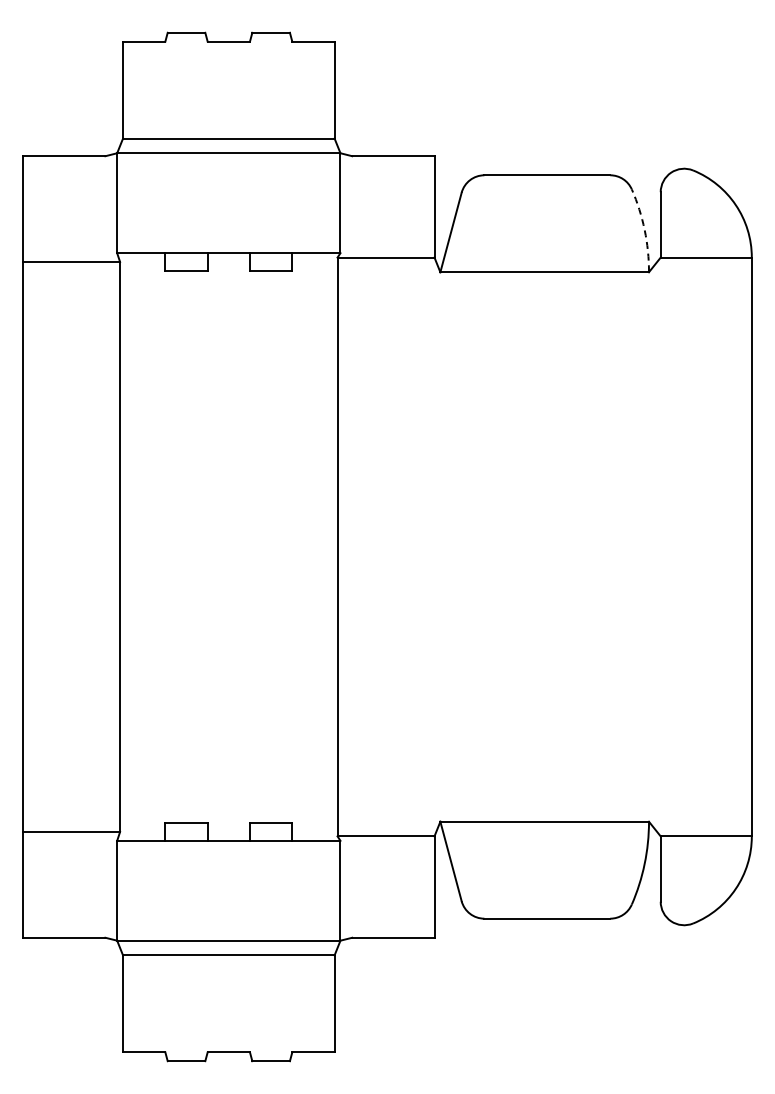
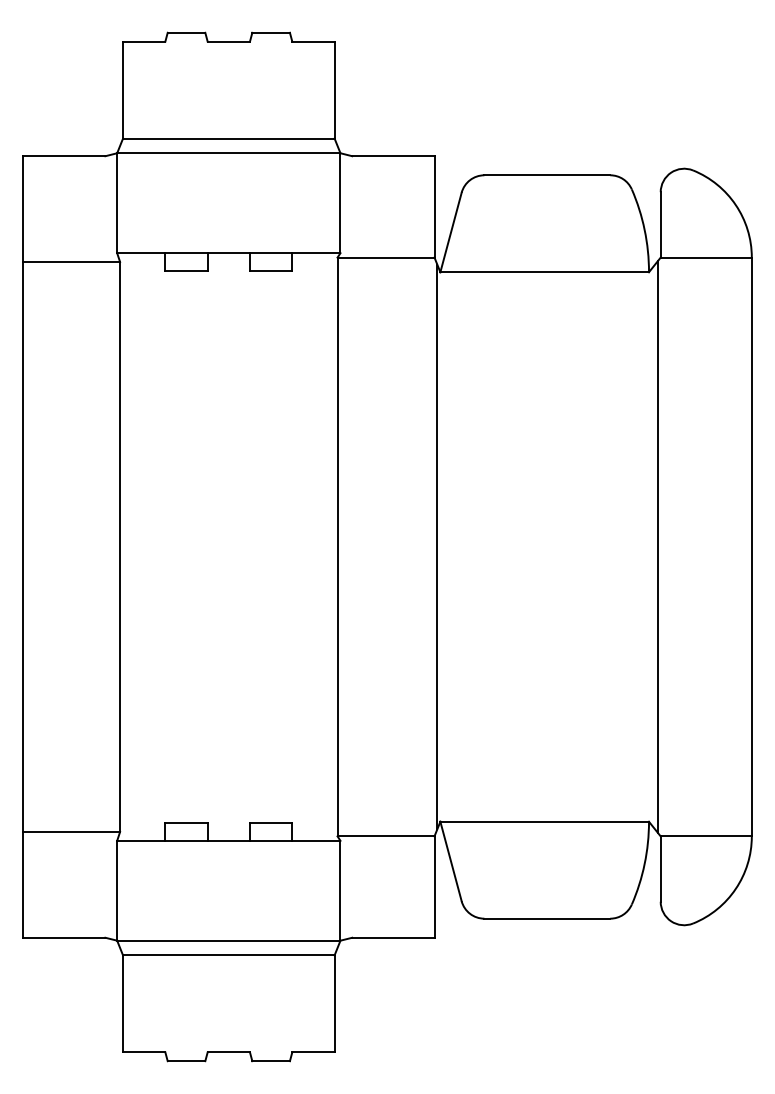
arc at (644, 230): dashed -> solid
line at (437, 546): none -> present
line at (657, 546): none -> present
